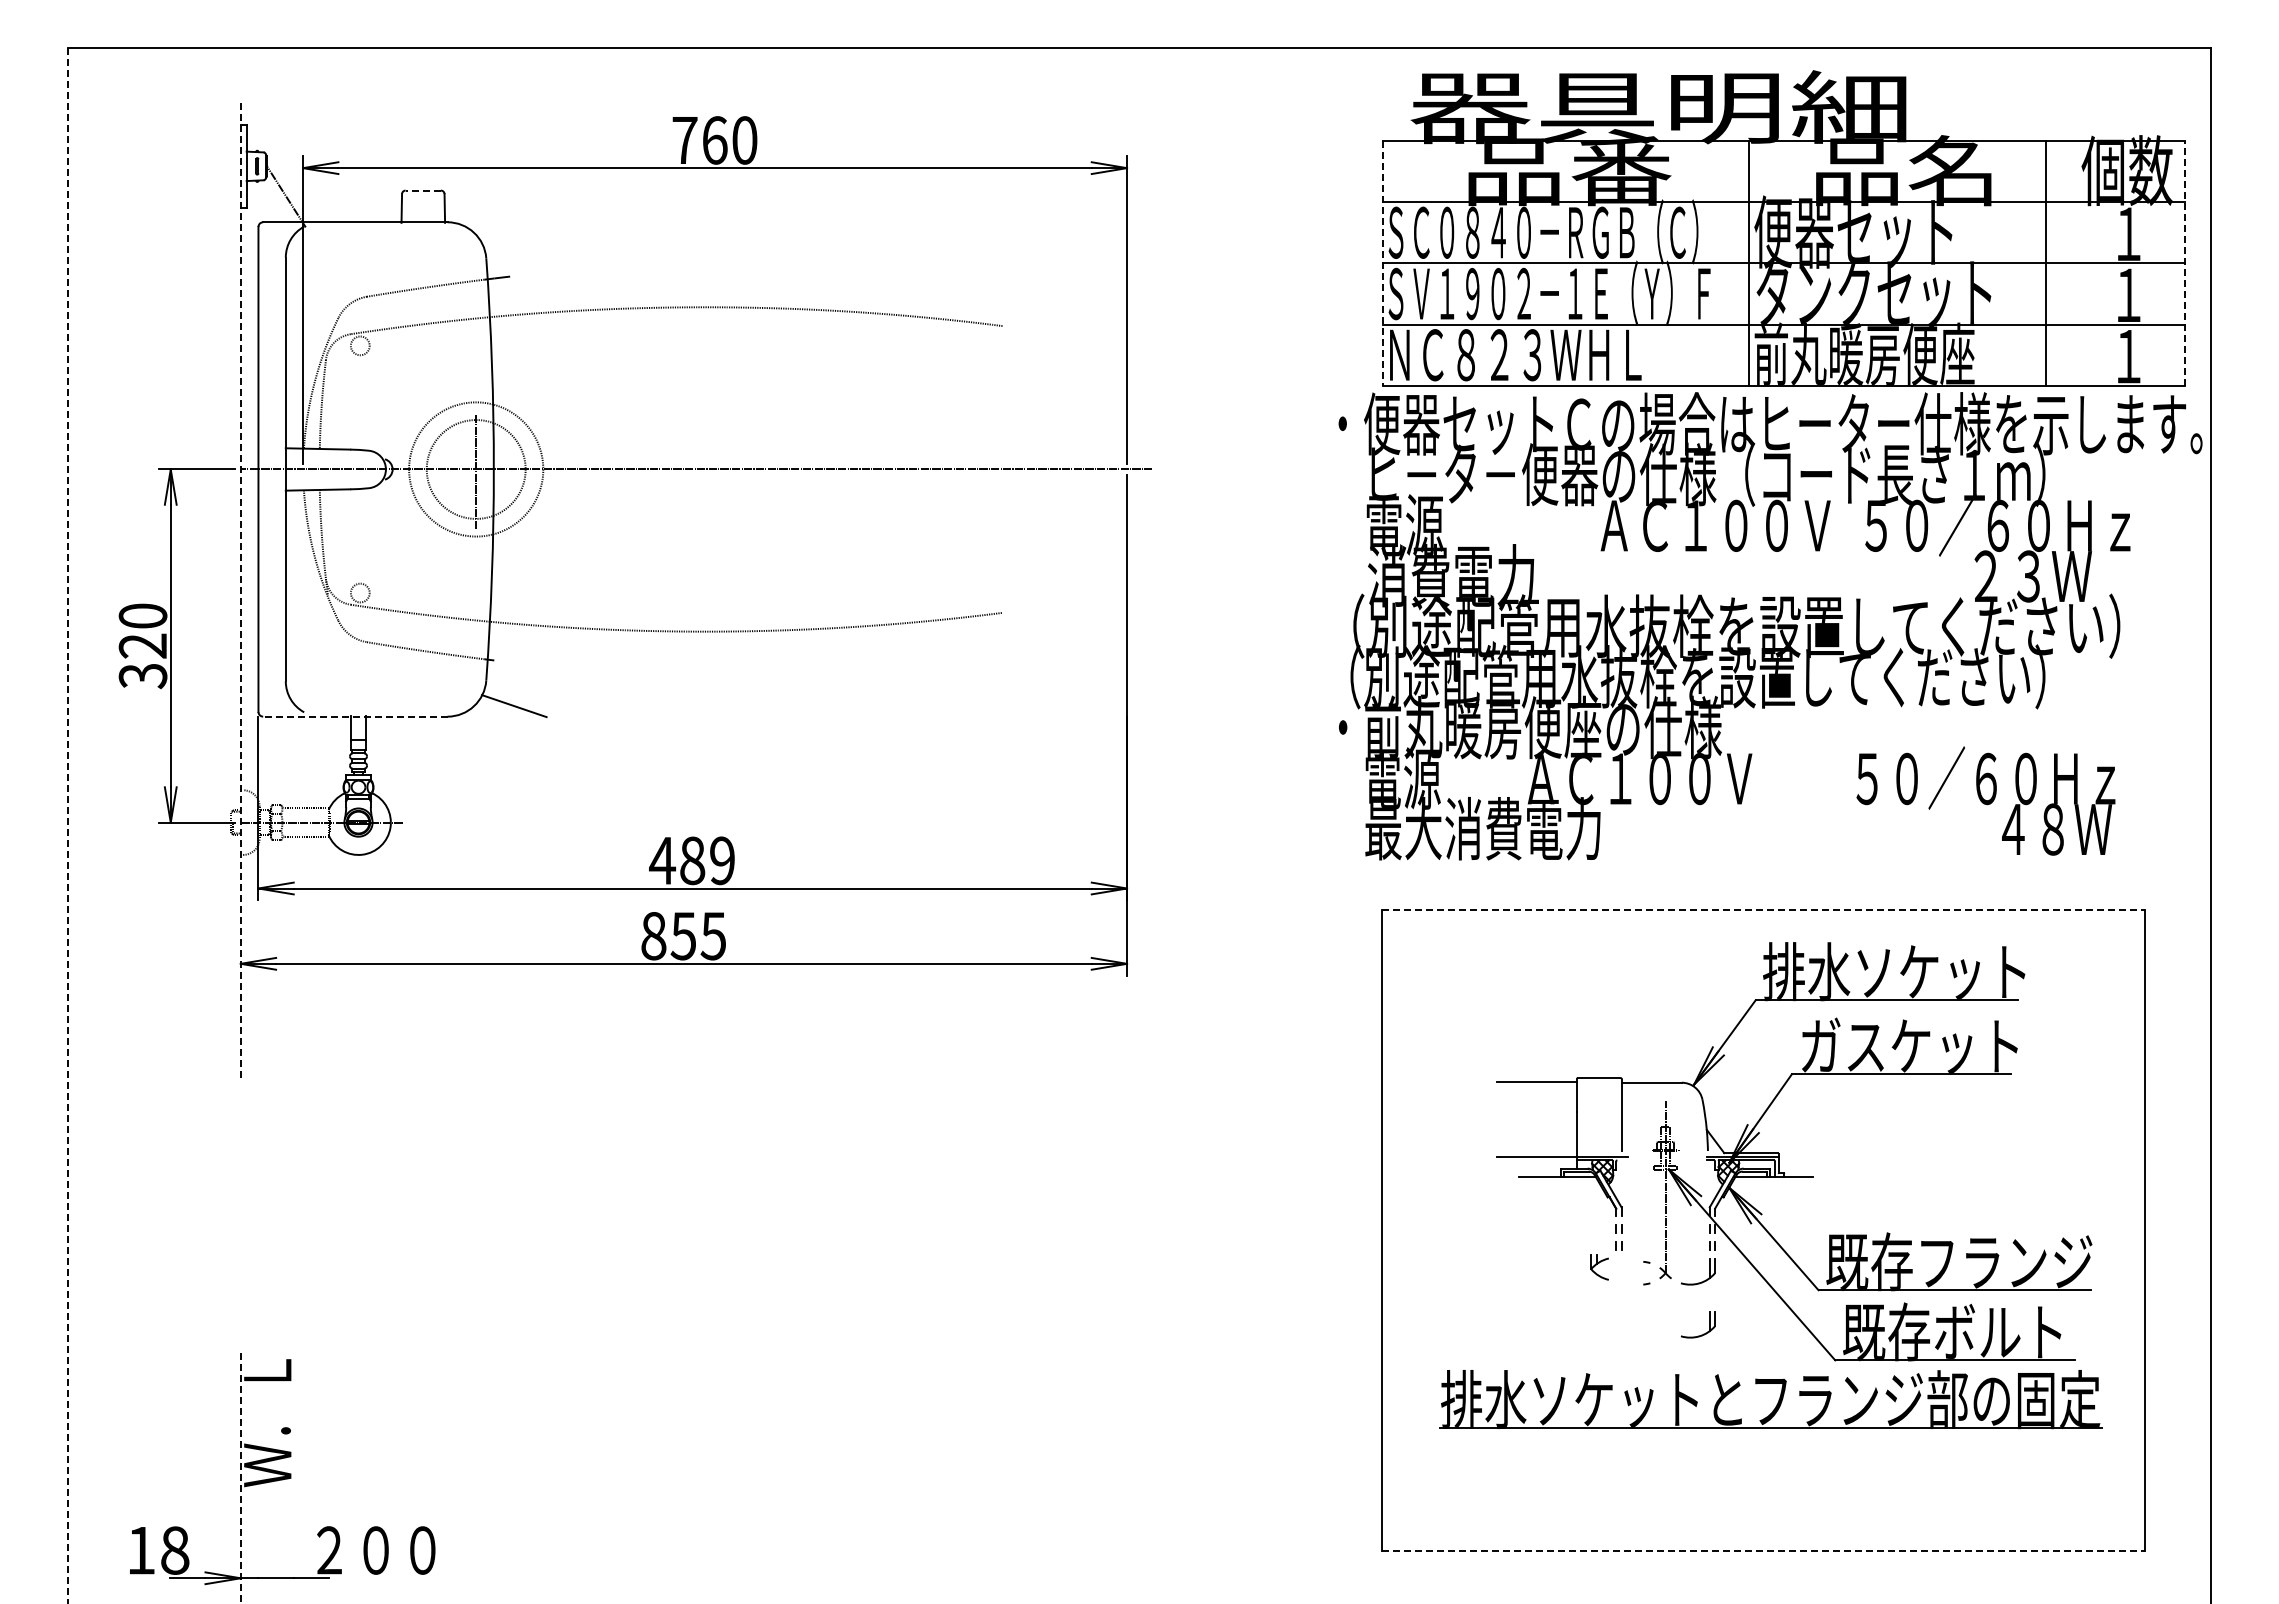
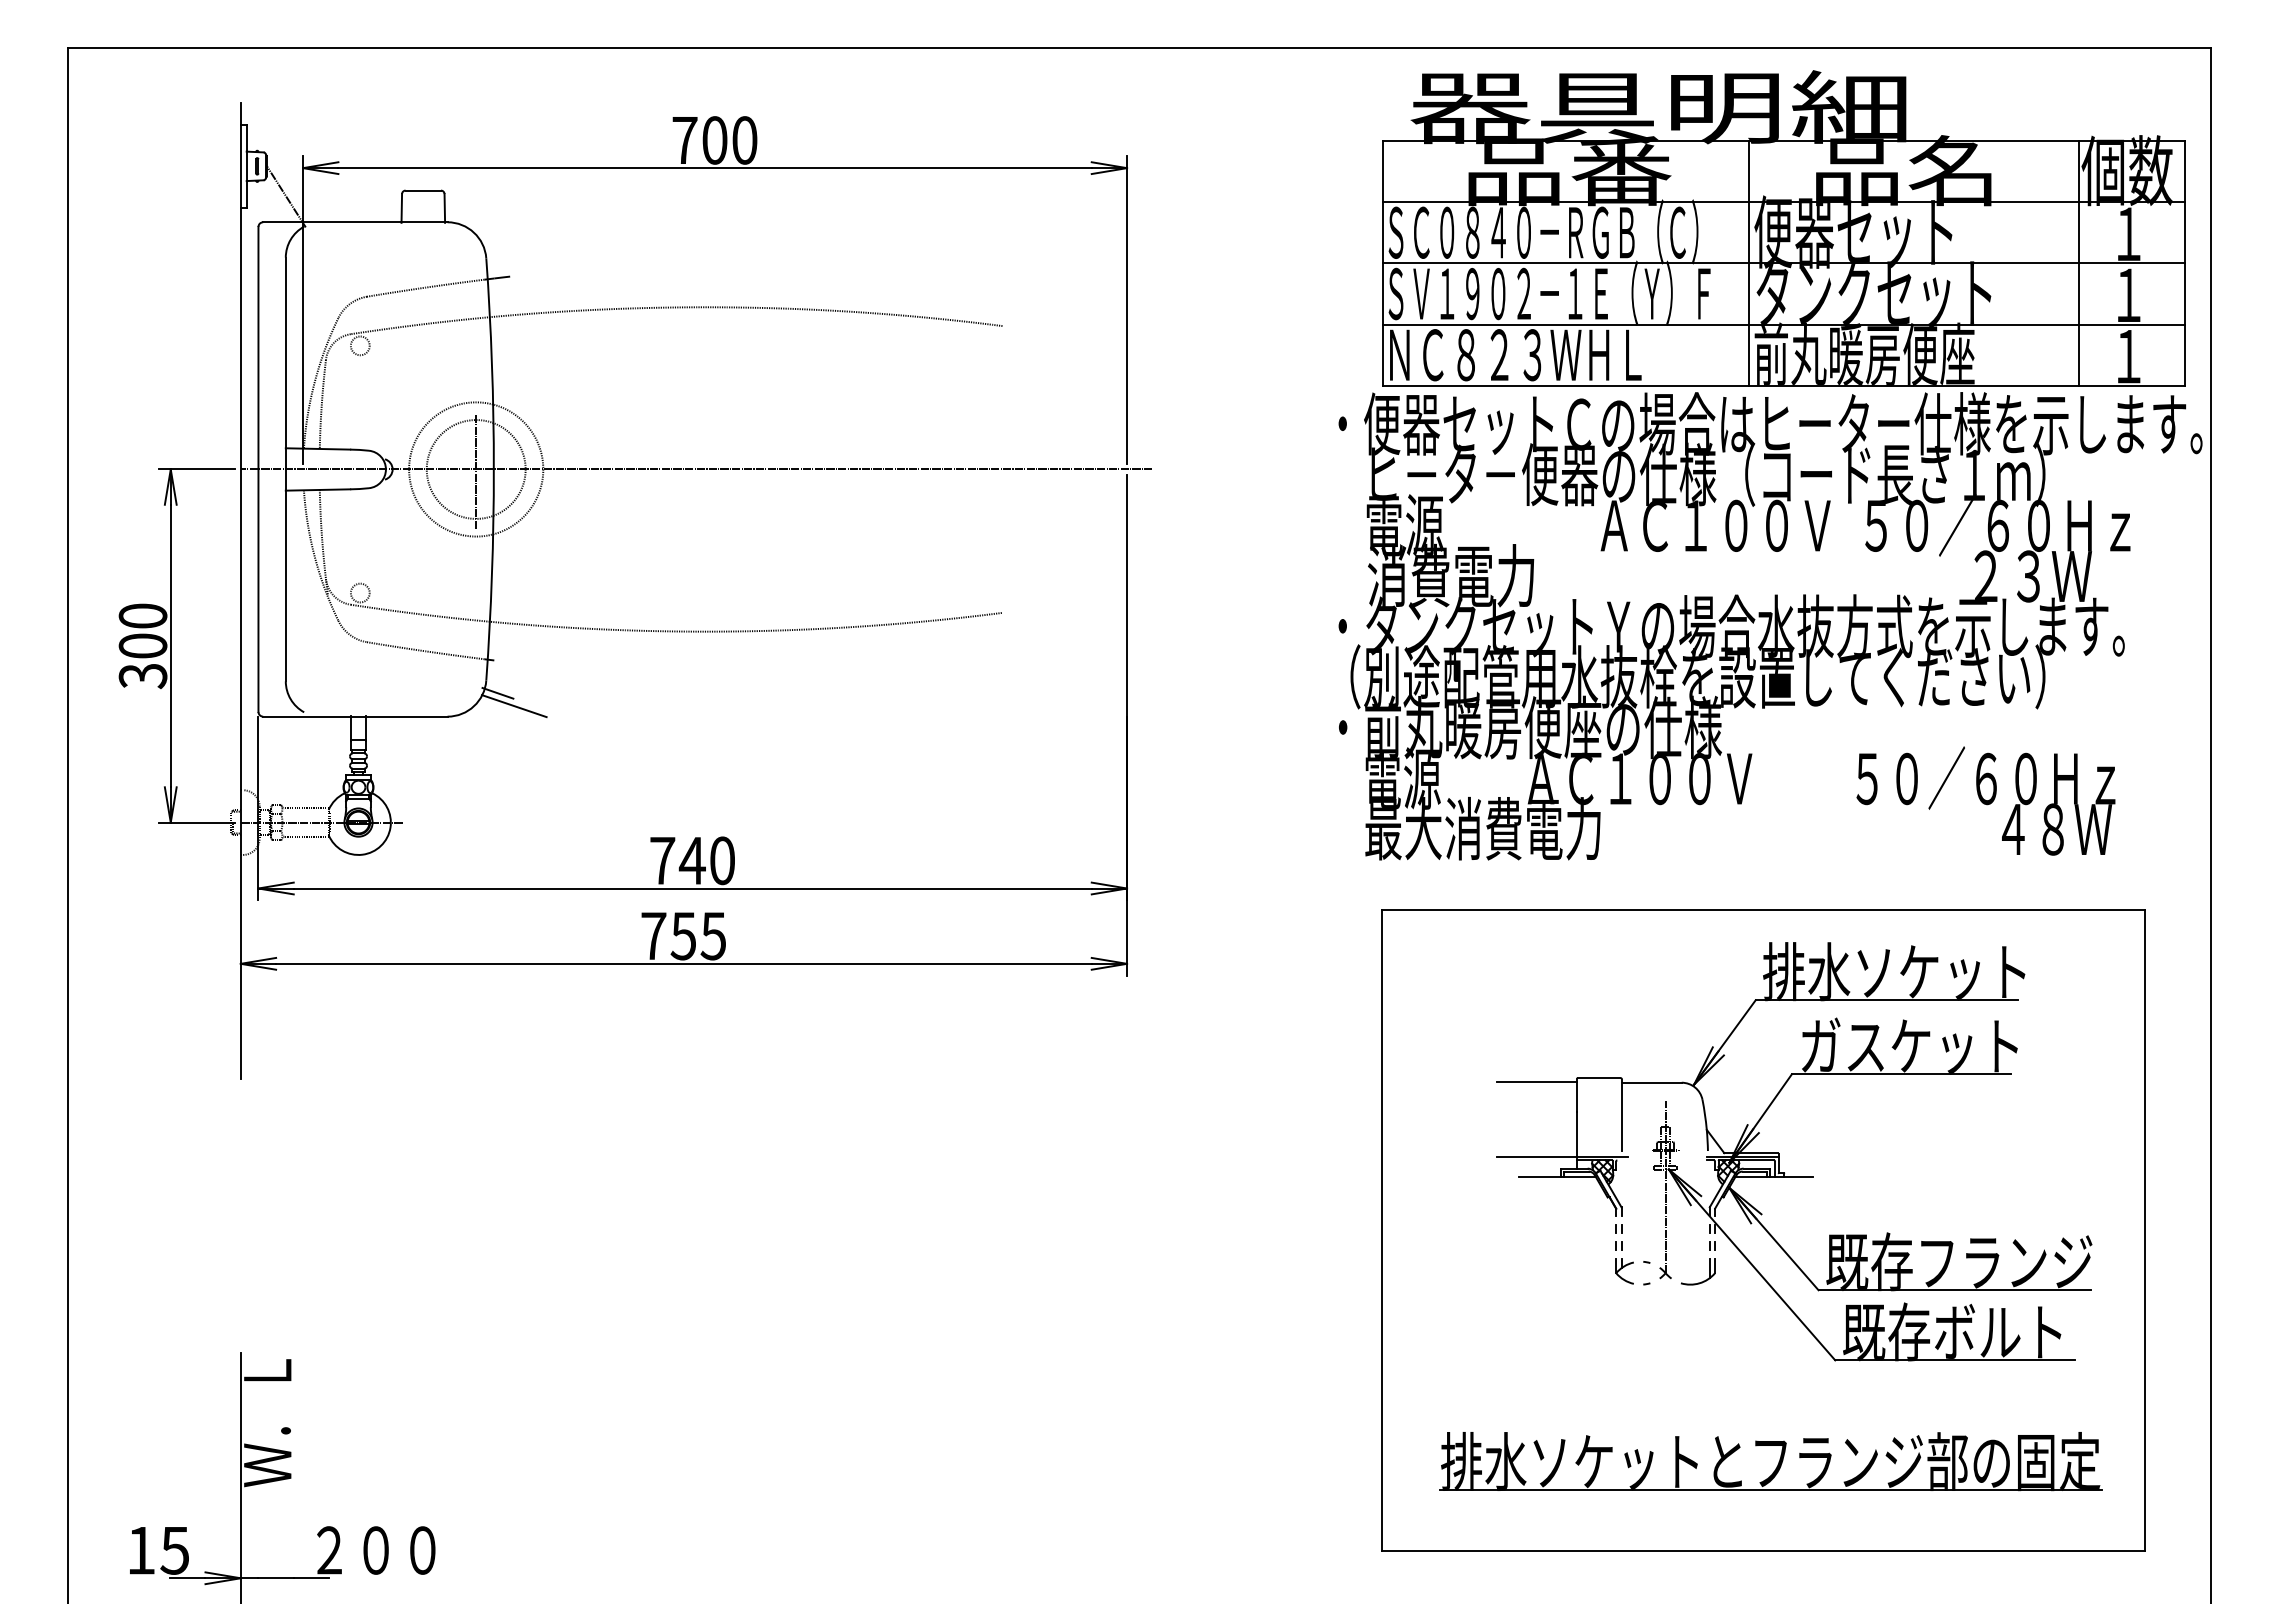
text at (714, 140): 760 -> 700
line at (423, 190): dashed -> solid
line at (2184, 262): dashed -> solid
line at (1383, 263): dashed -> solid
line at (2045, 263) position: (2045, 263) -> (2078, 263)
line at (240, 591): dashed -> solid
text at (1731, 625): （別途配管用水抜栓を設置してください） -> ・タンクセットＹの場合水抜方式を示します。
text at (142, 645): 320 -> 300
line at (497, 692): none -> present
line at (354, 716): dashed -> solid
line at (68, 826): dashed -> solid
text at (691, 860): 489 -> 740
line at (1763, 909): dashed -> solid
text at (653, 936): 855 -> 755
part at (1599, 1267) position: (1599, 1267) -> (1624, 1271)
part at (1703, 1333): present -> none
part at (1777, 1402) position: (1777, 1402) -> (1777, 1464)
line at (240, 1478): dashed -> solid
text at (174, 1550): 18 -> 15
line at (1763, 1551): dashed -> solid
